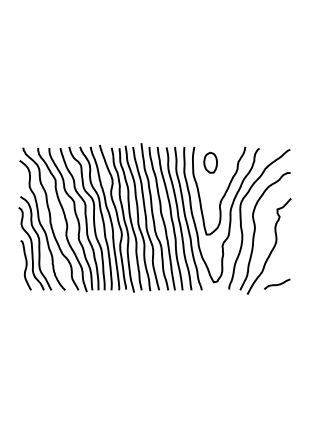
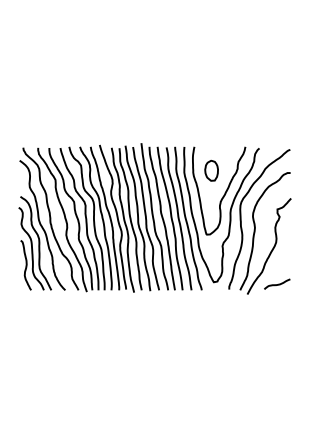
part at (210, 162) position: (210, 162) -> (211, 170)
